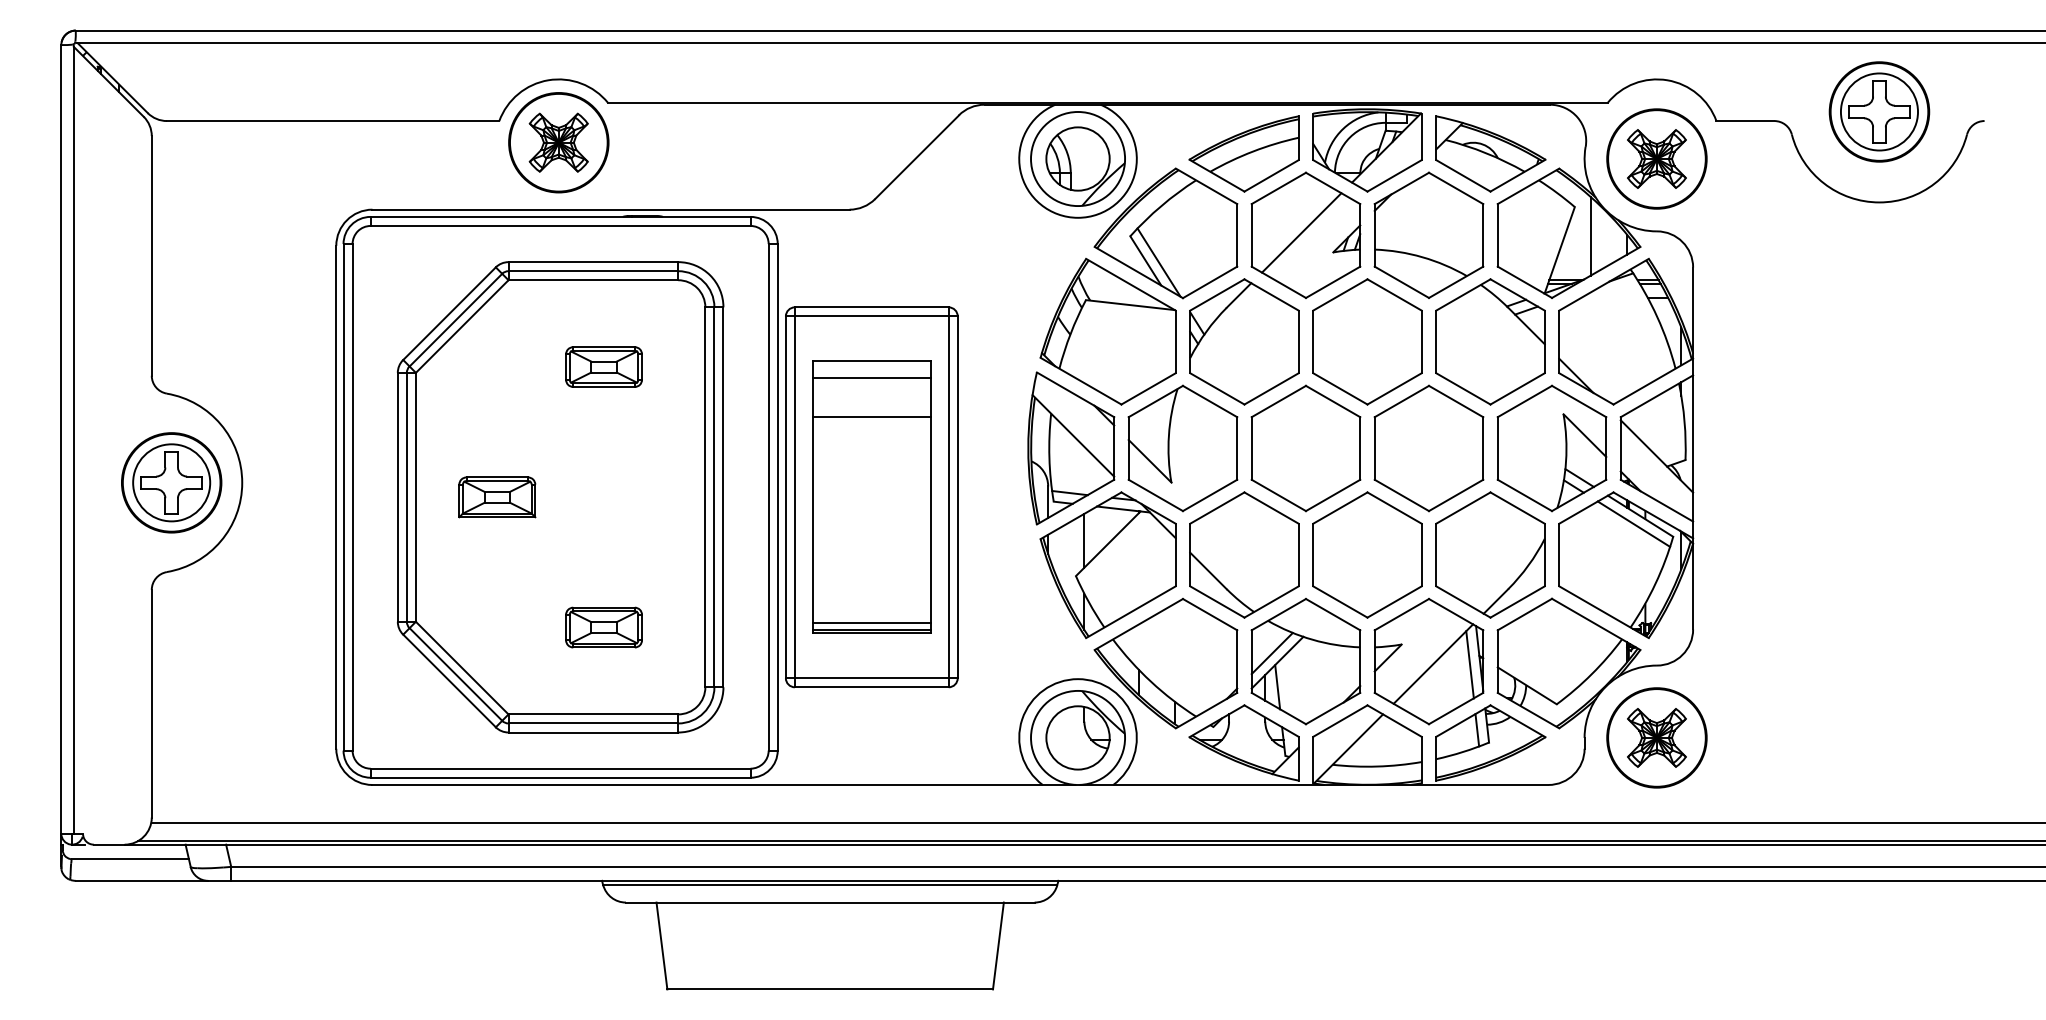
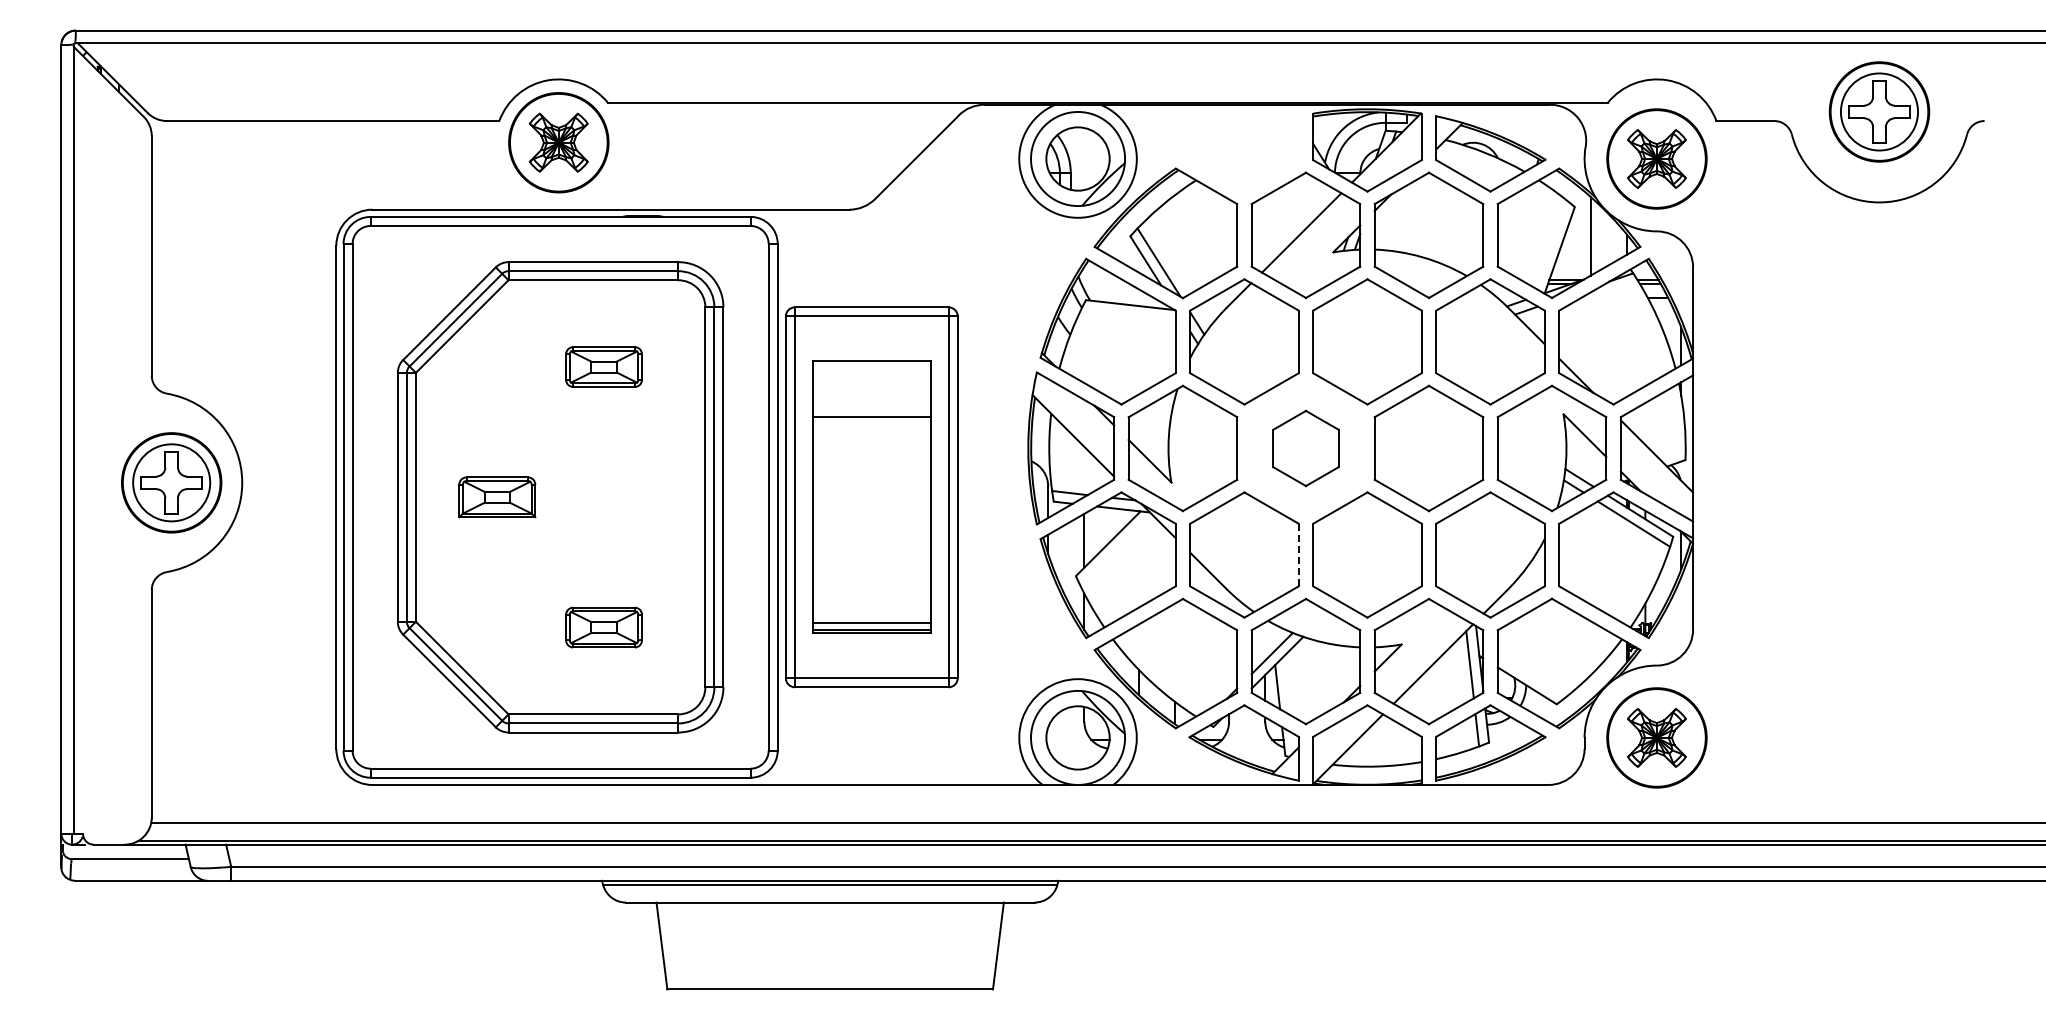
part at (1243, 153): present -> none
line at (871, 377): present -> none
part at (1305, 448) size: 112x129 px -> 68x79 px
line at (1298, 554): solid -> dashed
